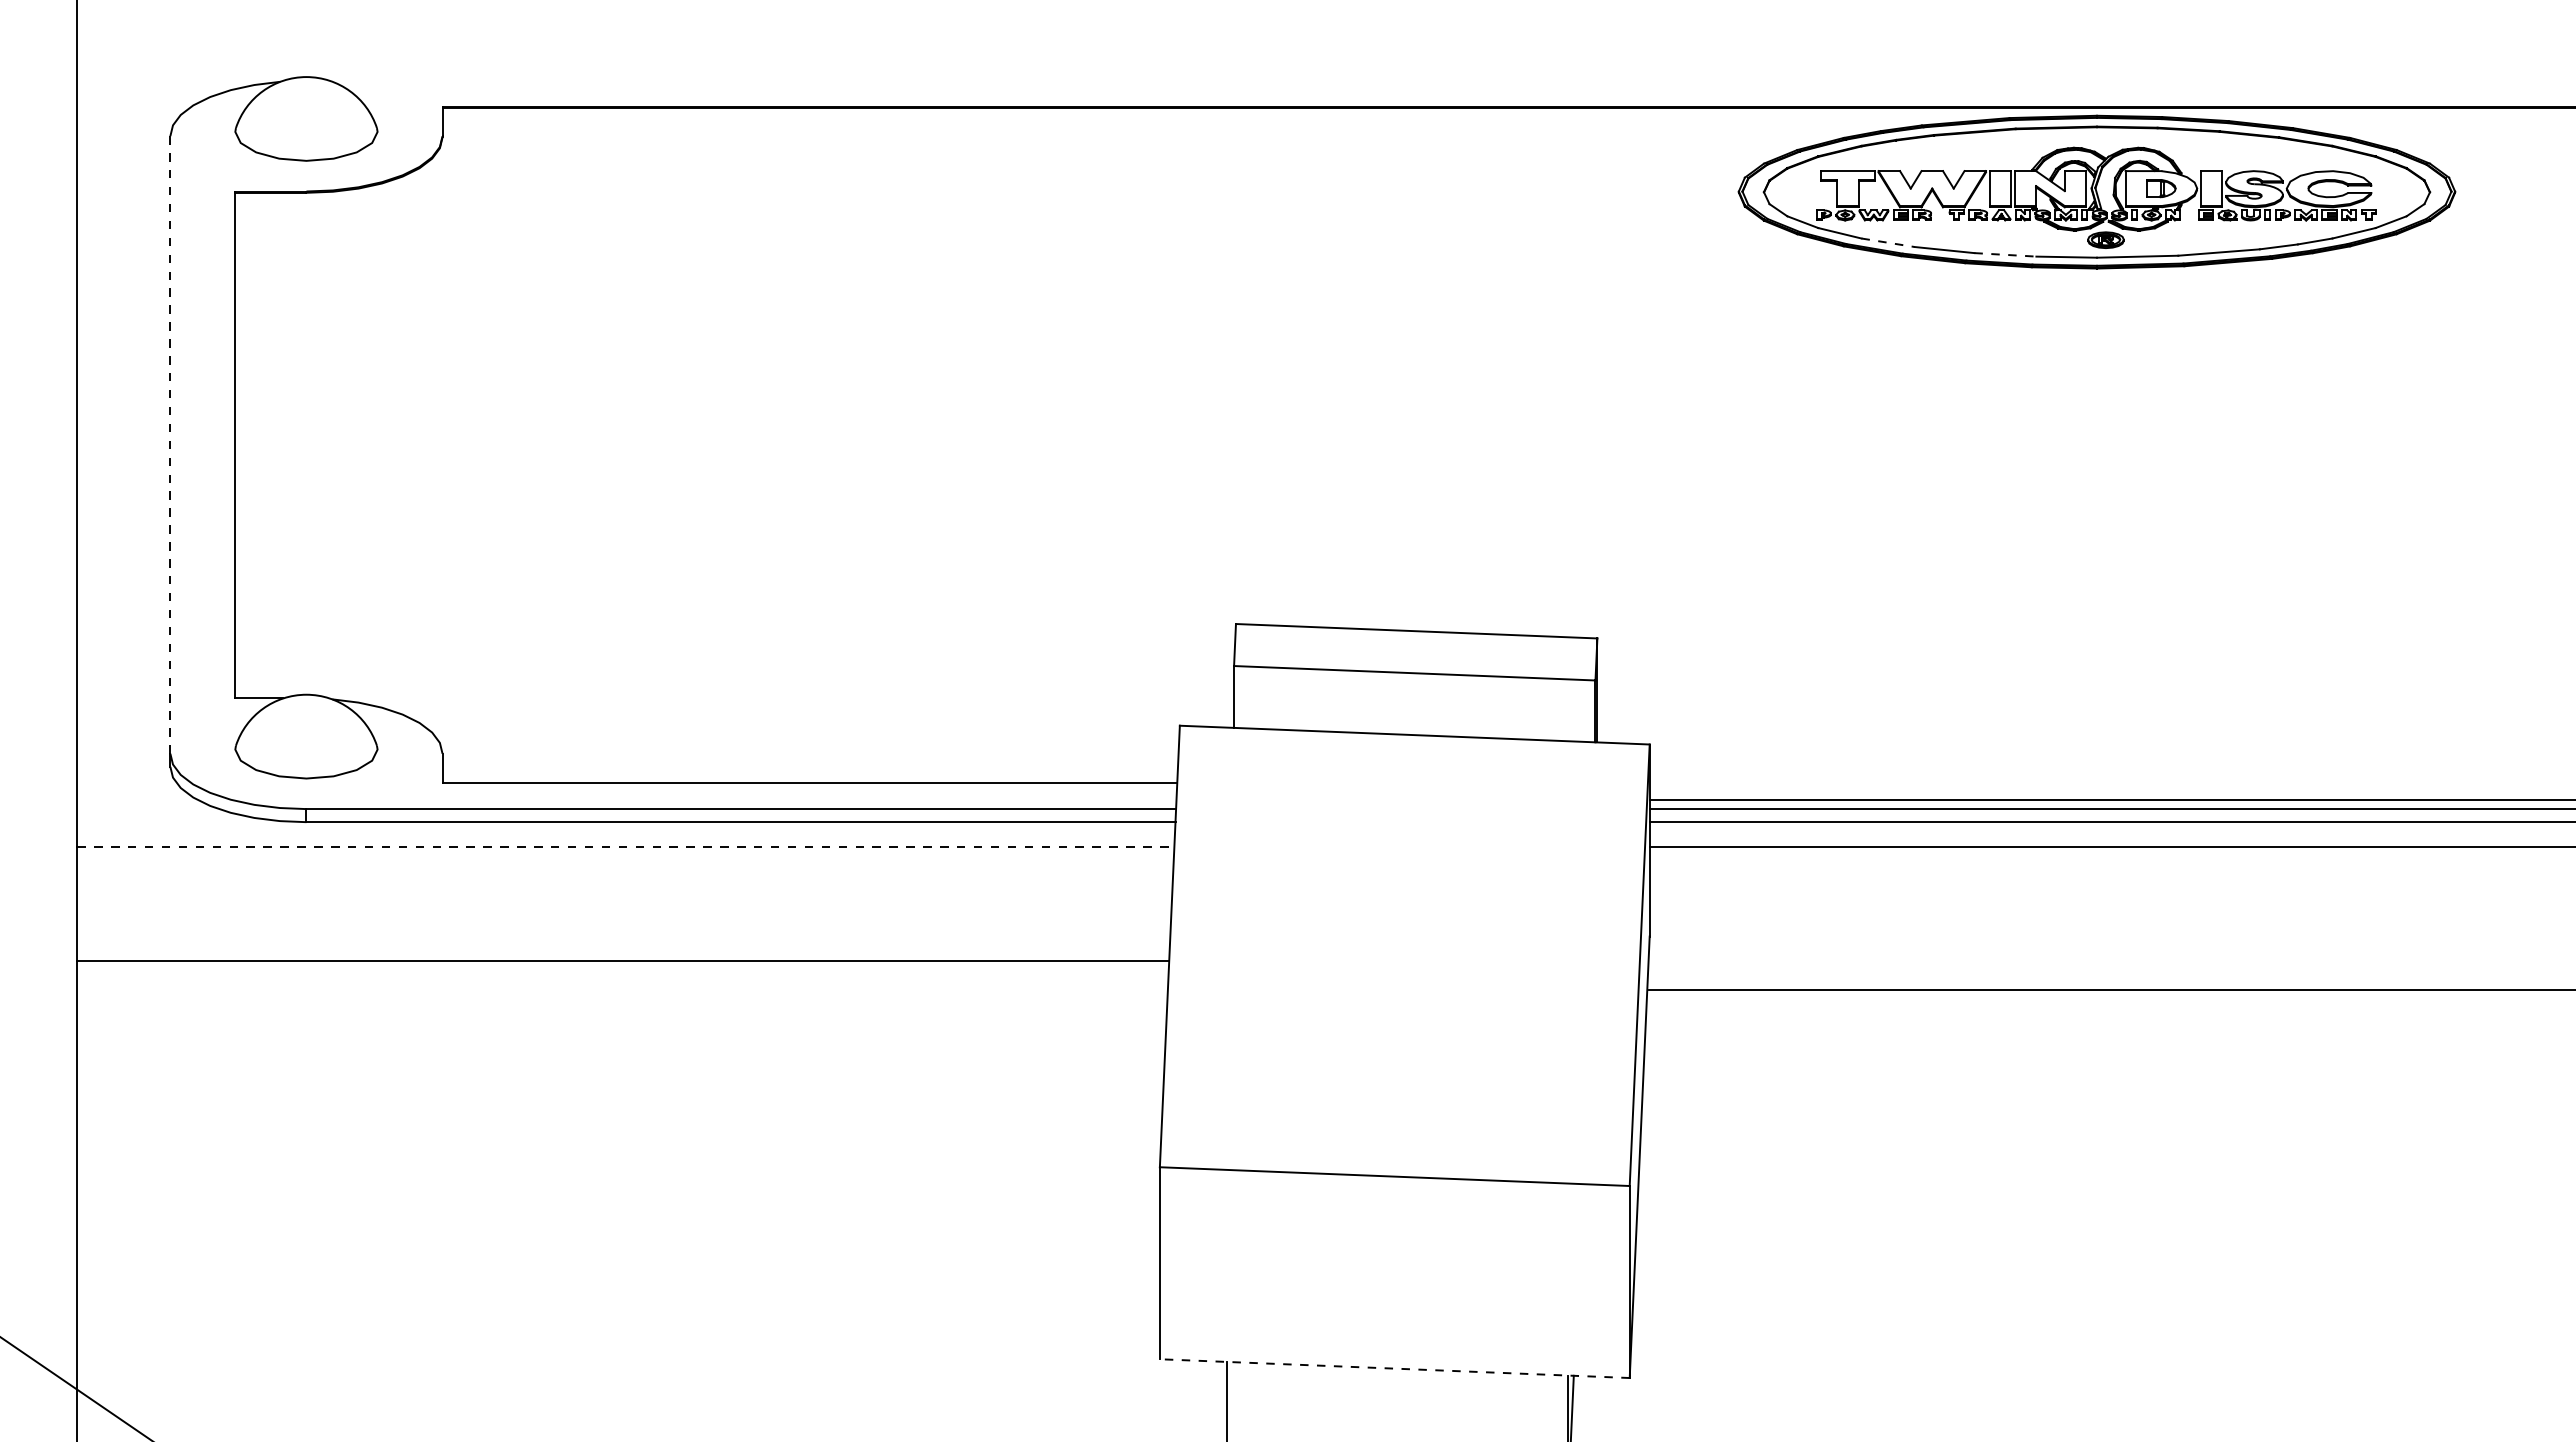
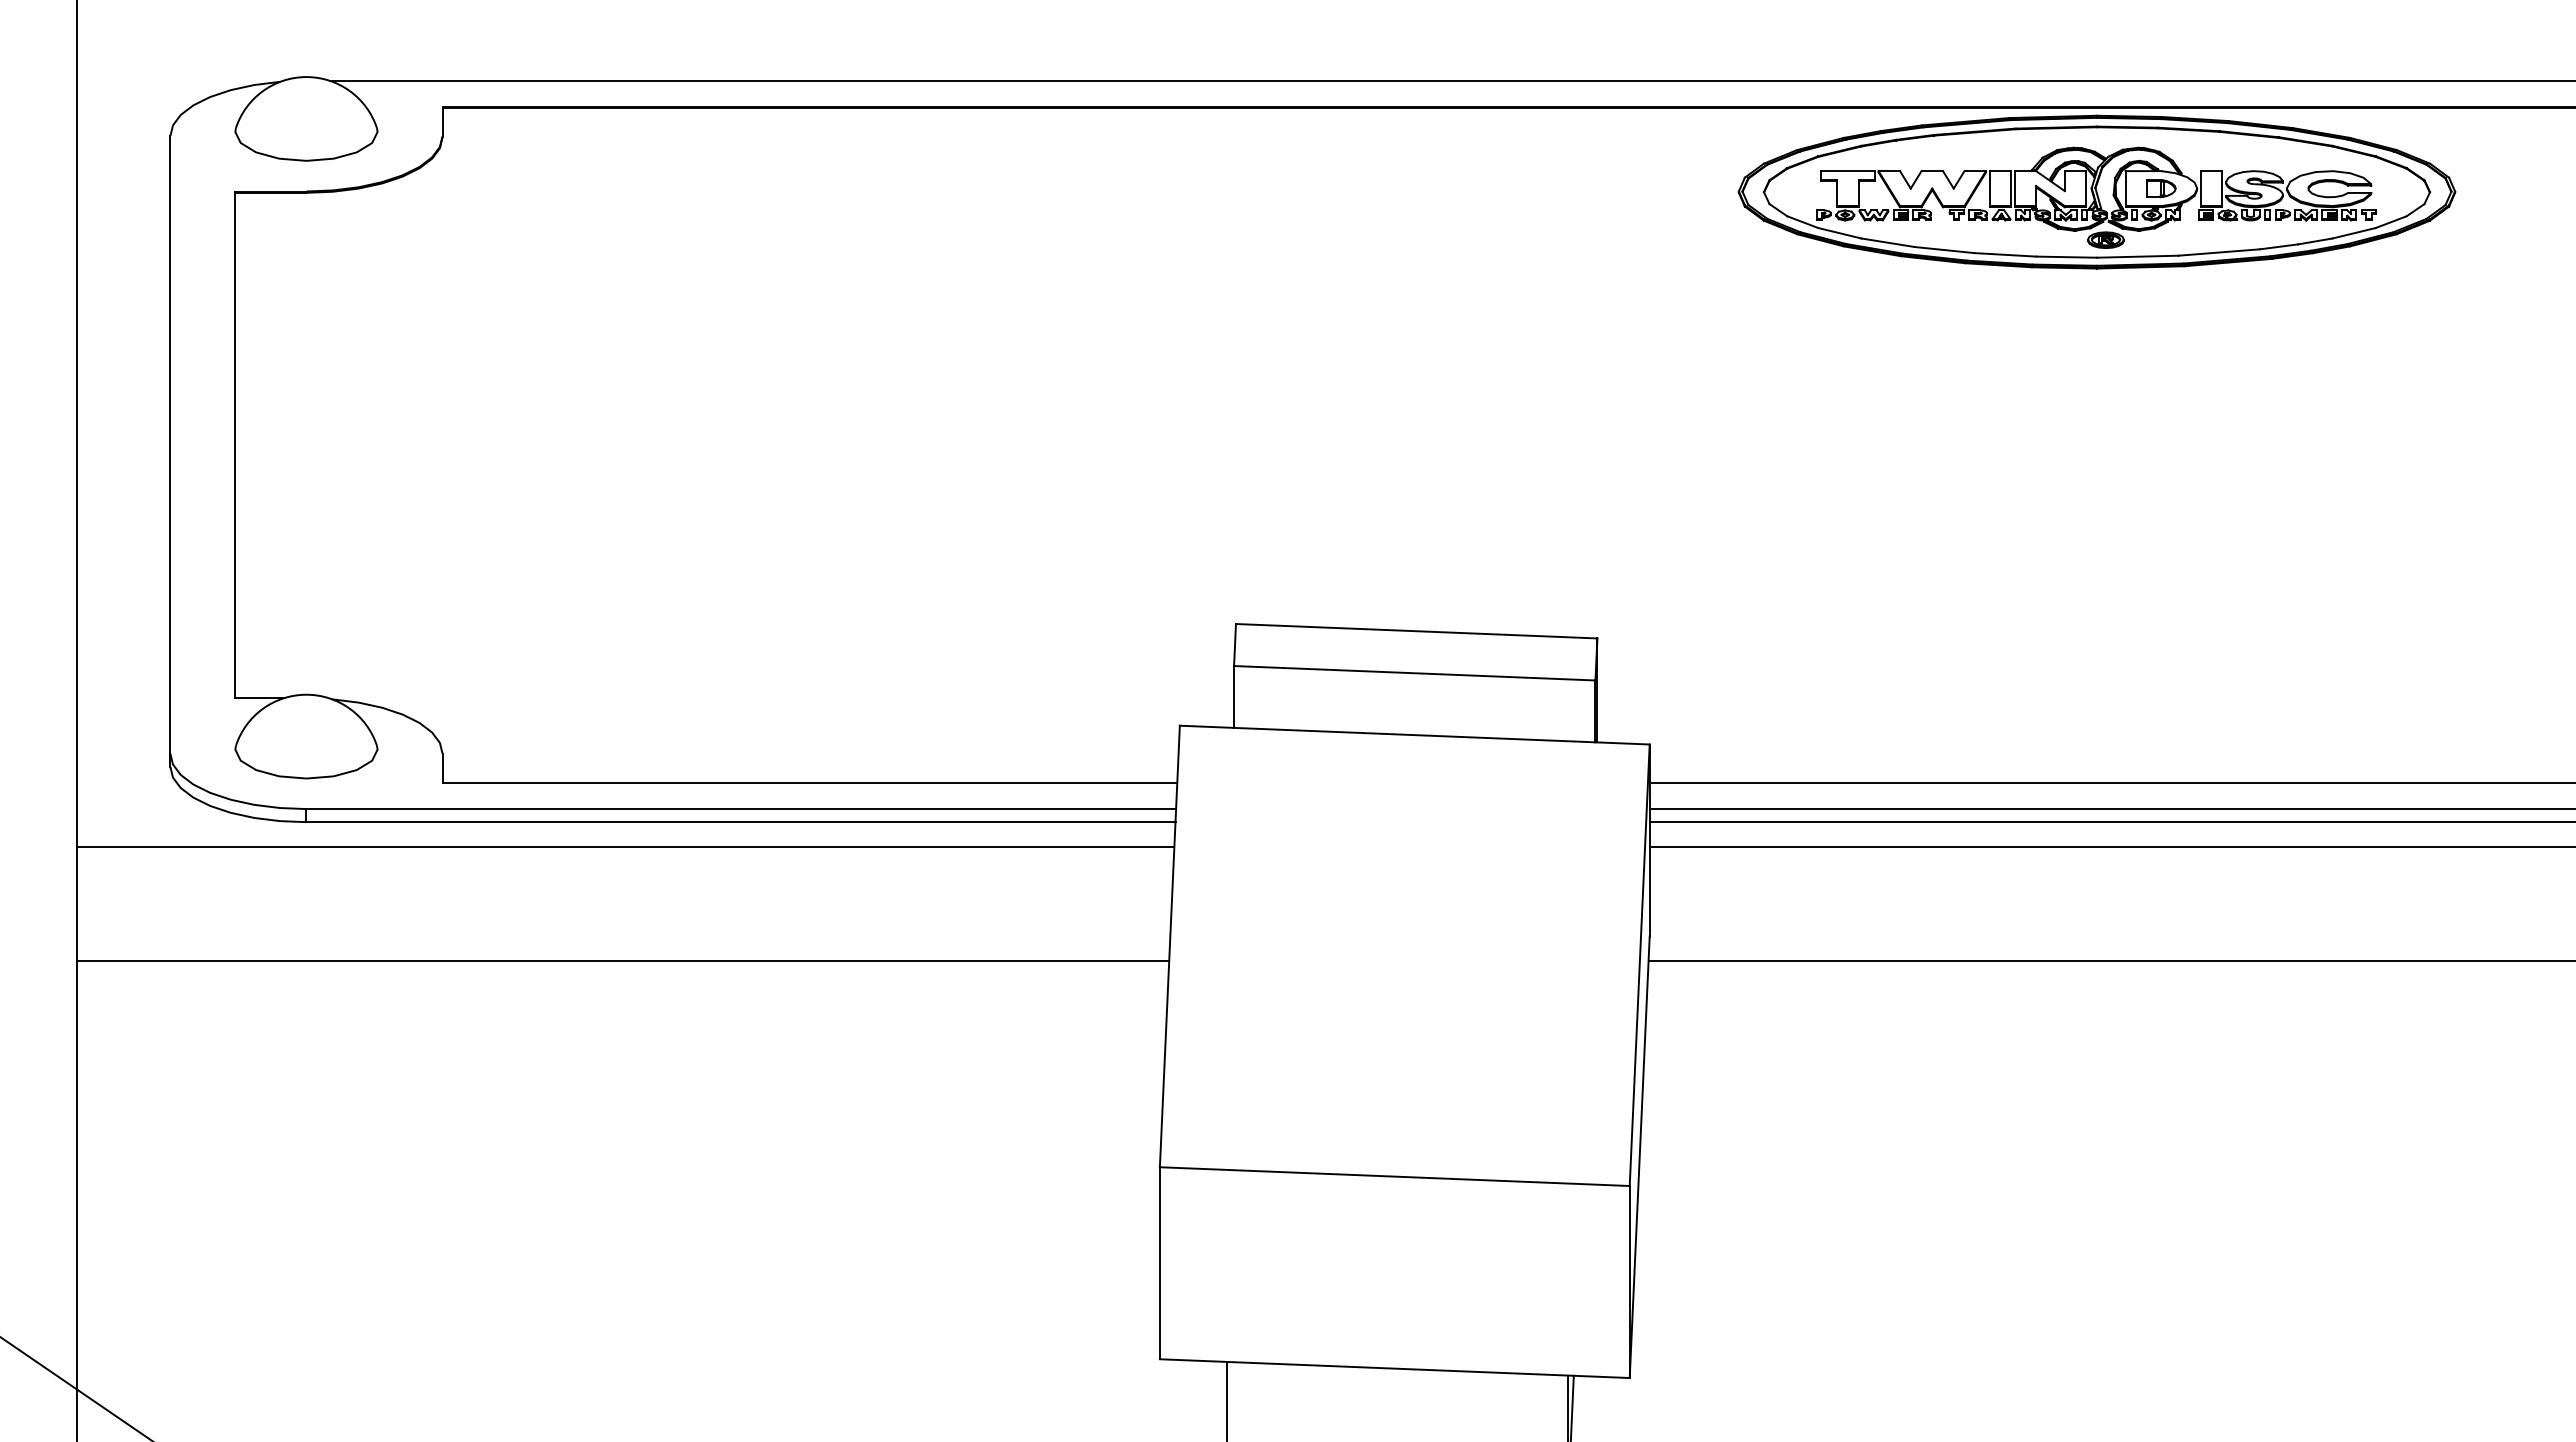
line at (1450, 80): none -> present
line at (1888, 242): dashed -> solid
line at (2005, 254): dashed -> solid
line at (170, 444): dashed -> solid
line at (2110, 799) position: (2110, 799) -> (2110, 782)
line at (625, 847): dashed -> solid
line at (2110, 989) position: (2110, 989) -> (2110, 960)
line at (1394, 1368): dashed -> solid
